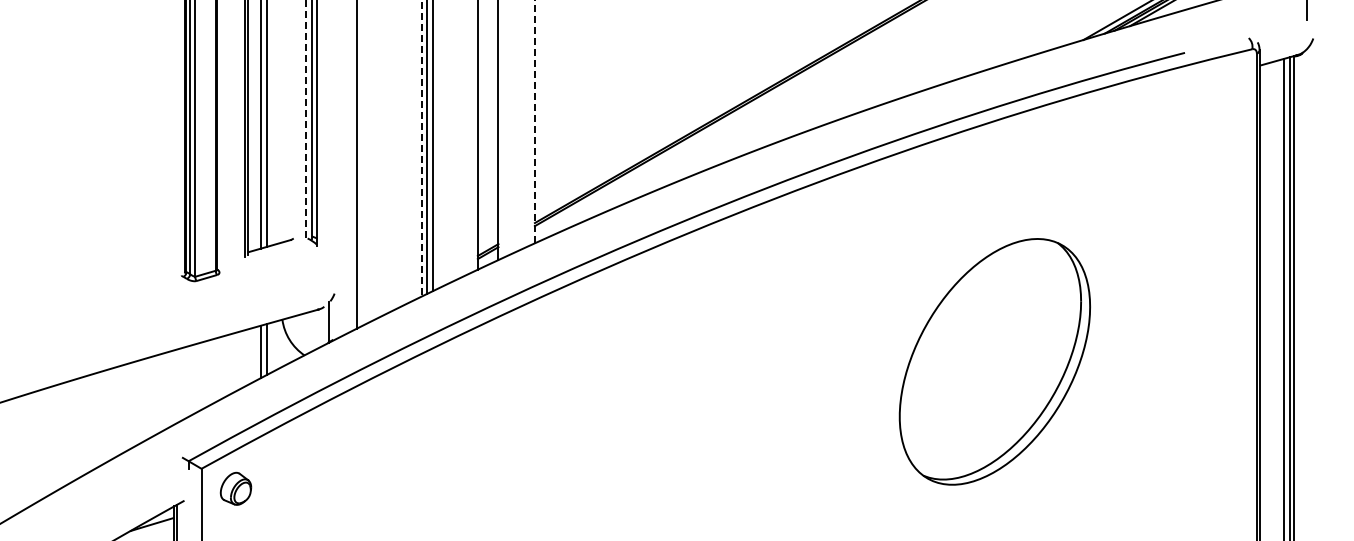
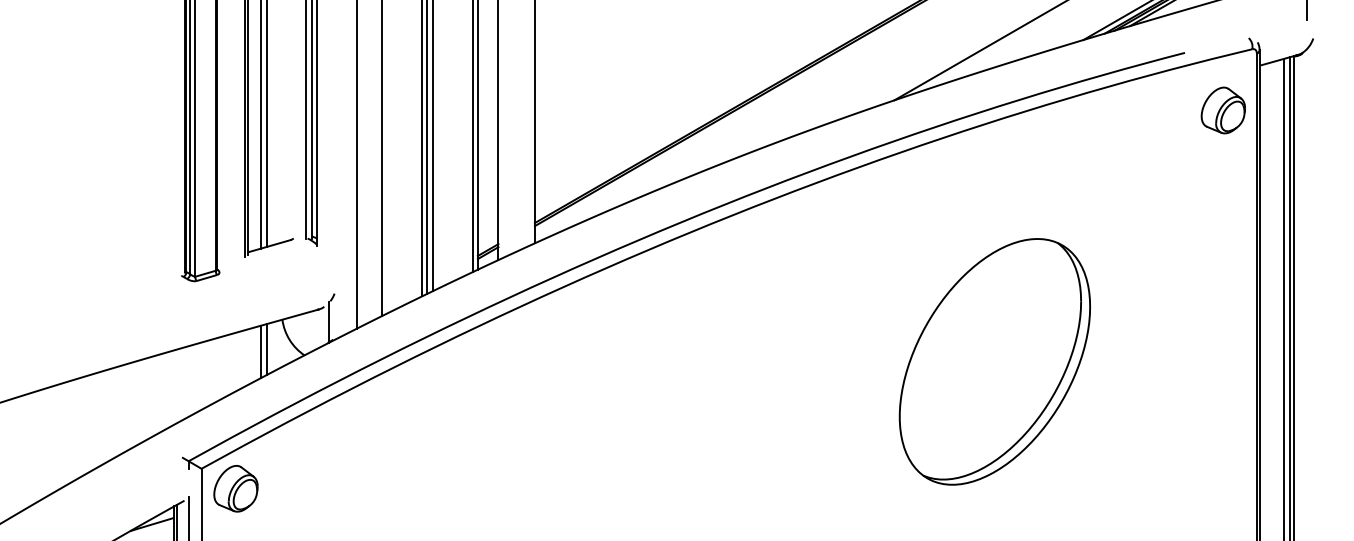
line at (979, 51): none -> present
part at (1222, 110): none -> present
line at (306, 120): dashed -> solid
line at (534, 121): dashed -> solid
line at (472, 137): none -> present
line at (422, 148): dashed -> solid
line at (382, 158): none -> present
part at (235, 488) size: 34x35 px -> 46x48 px
line at (188, 516): none -> present
